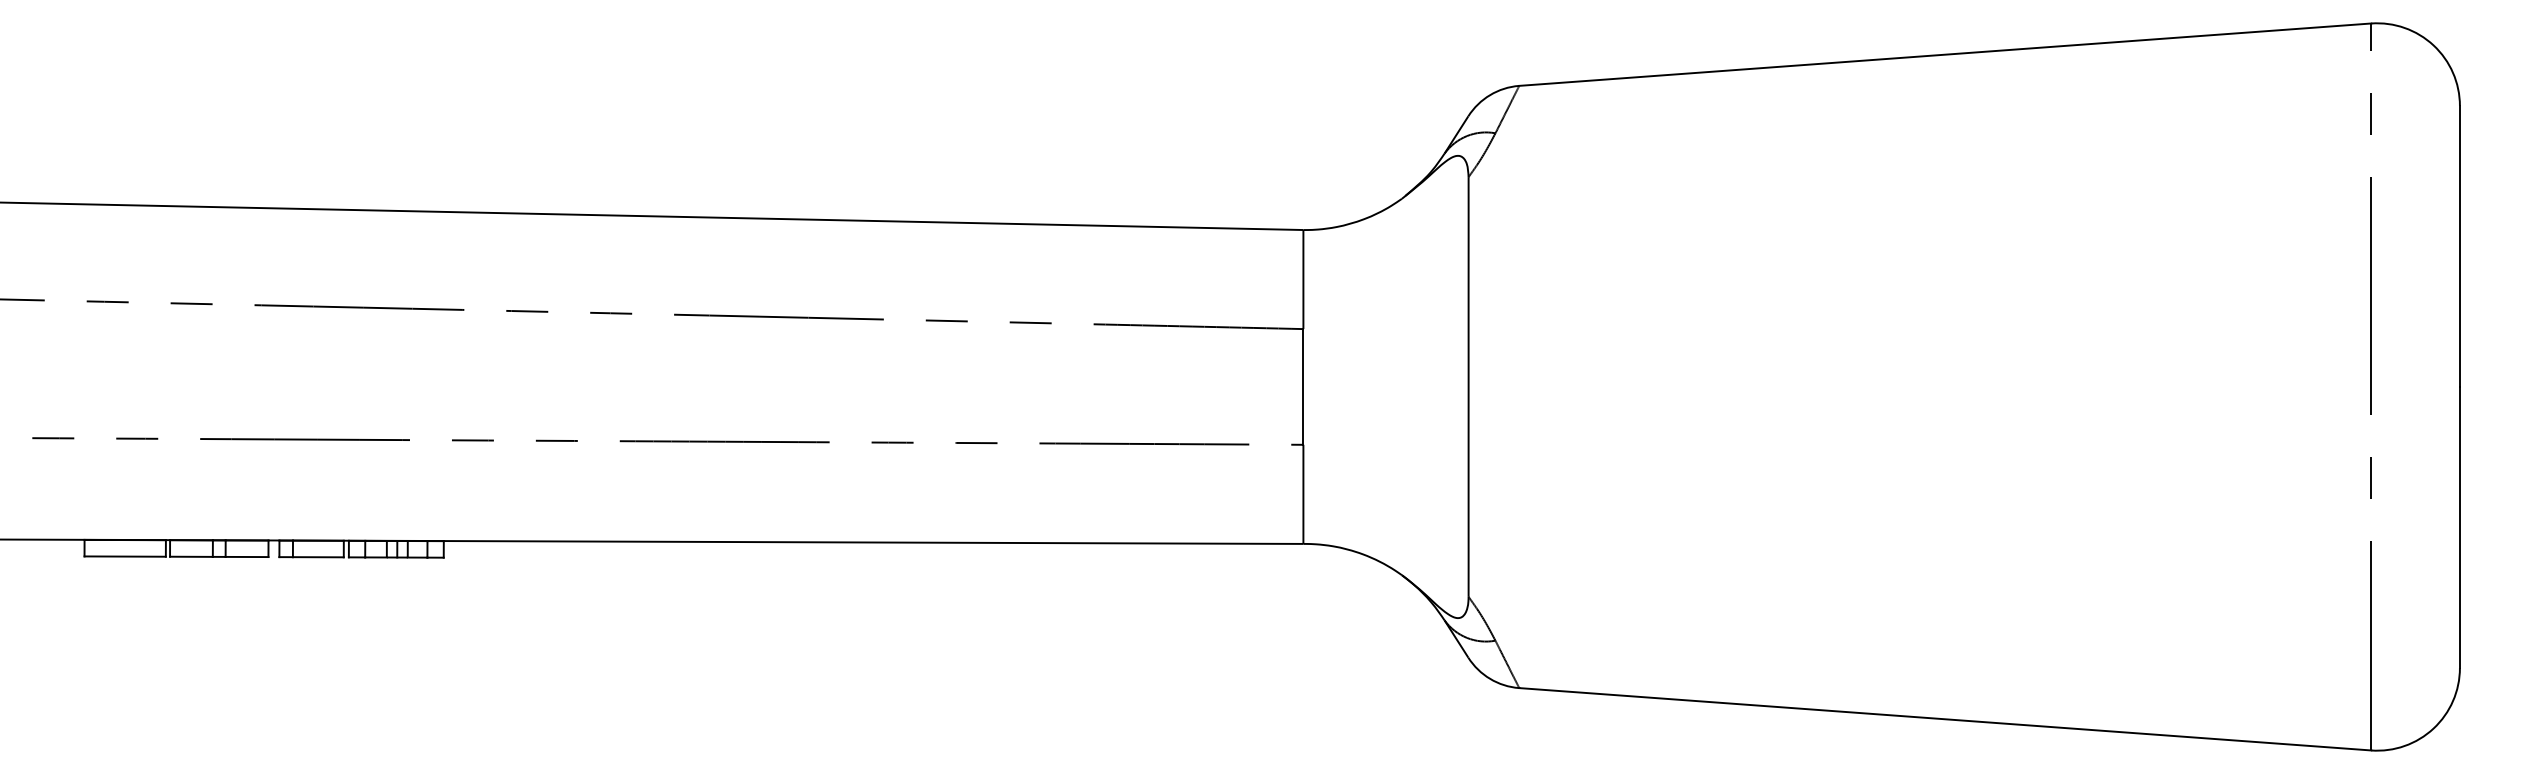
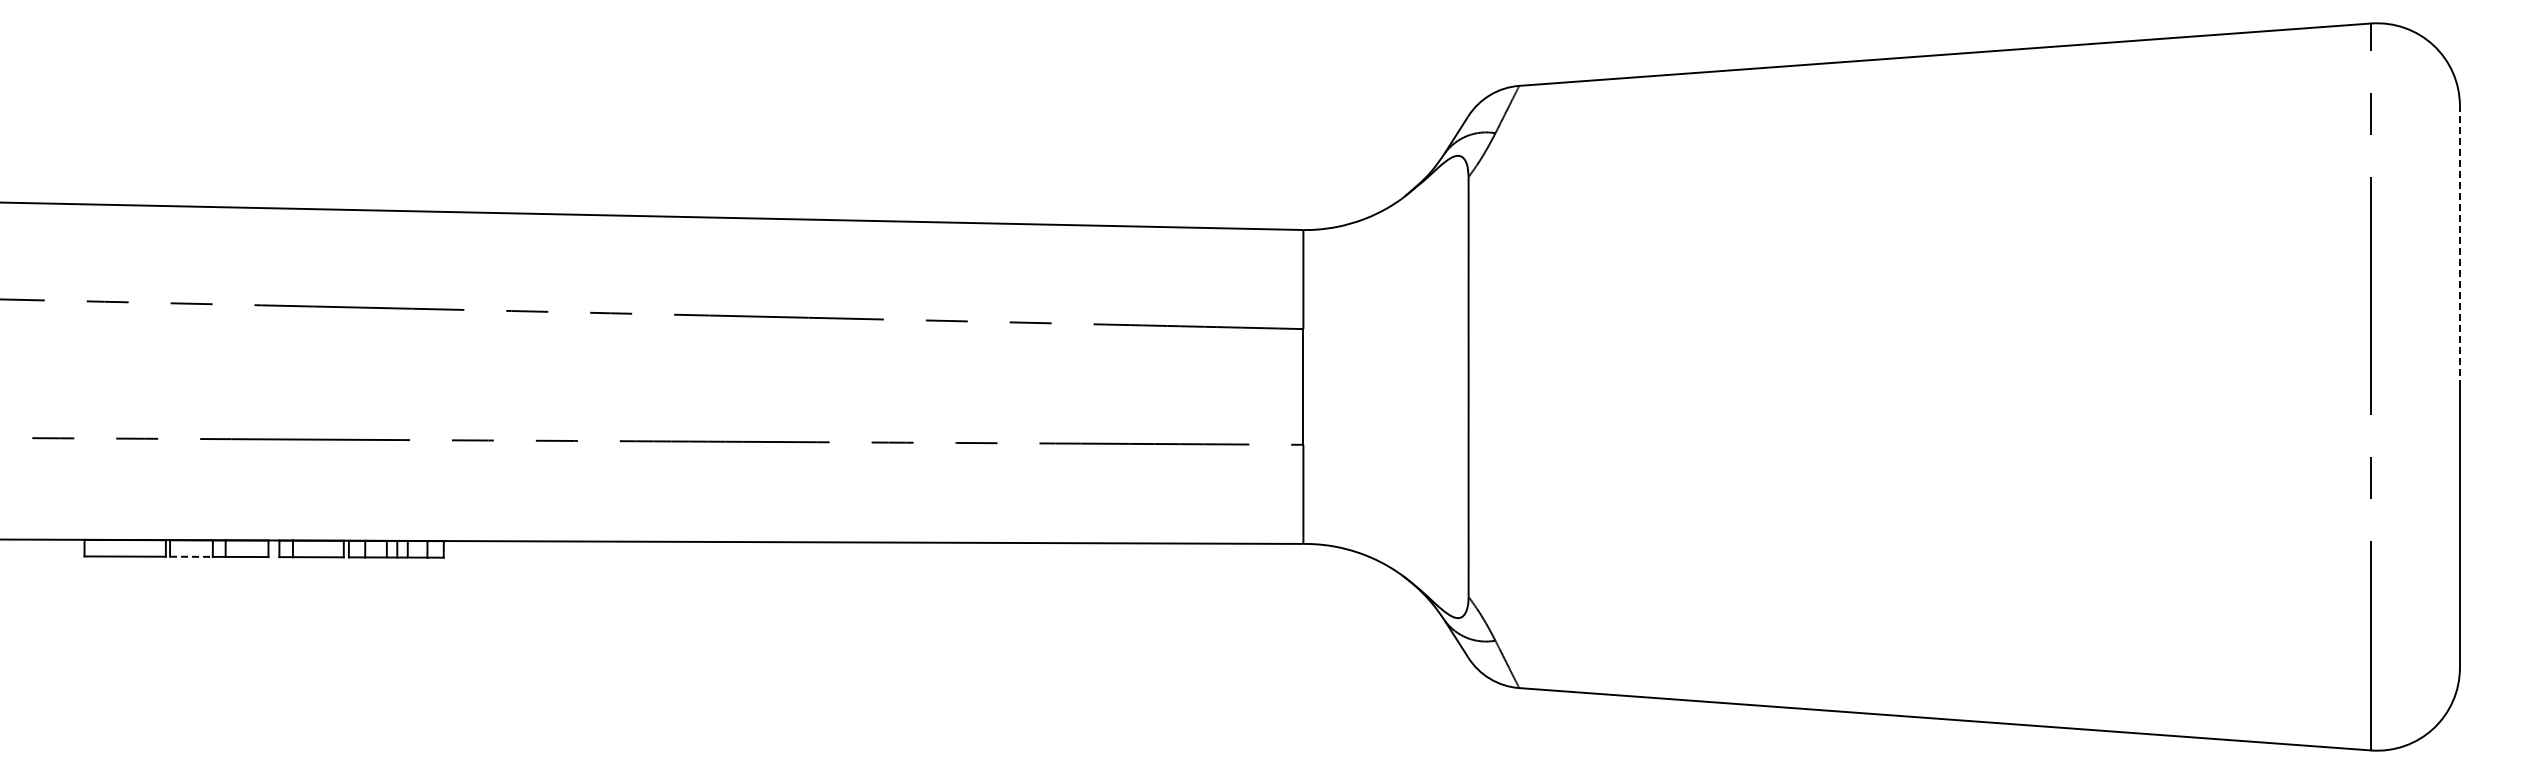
line at (2459, 246): solid -> dashed
line at (191, 556): solid -> dashed
